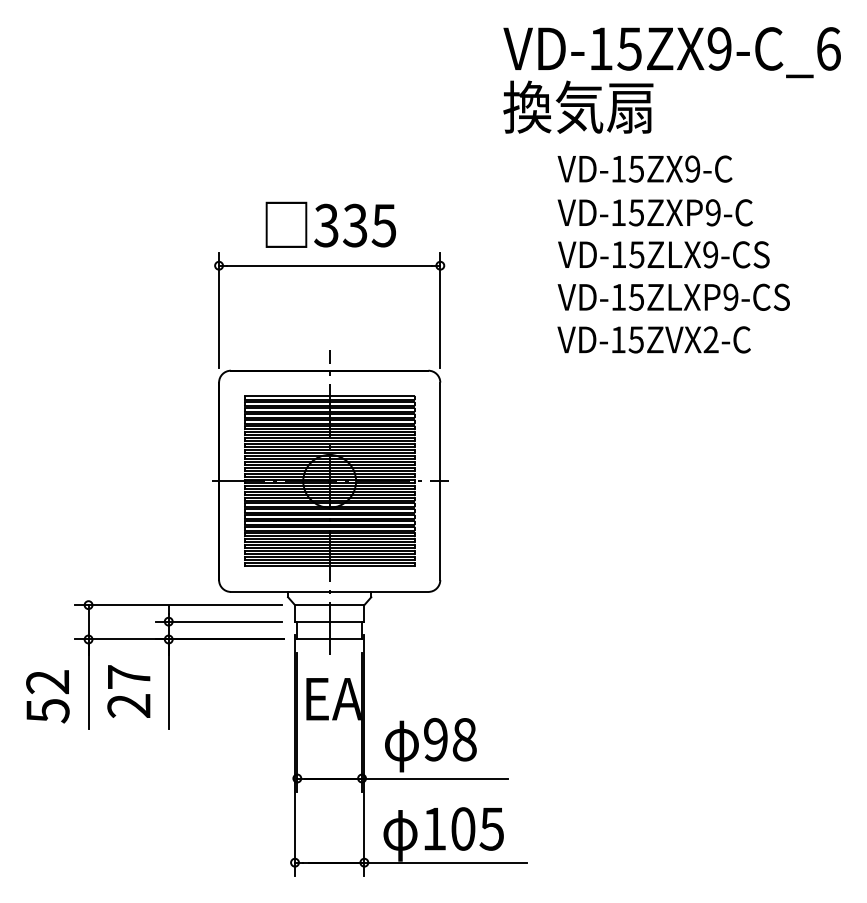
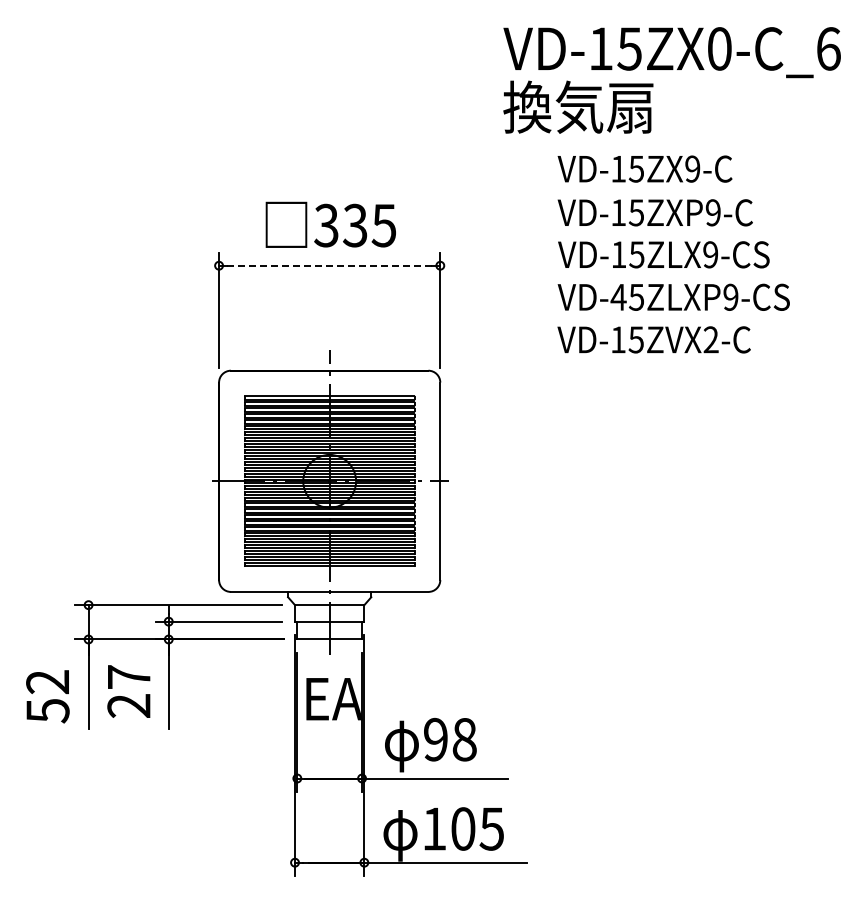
text at (719, 48): VD-15ZX9-C_6 -> VD-15ZX0-C_6
line at (329, 265): solid -> dashed
text at (618, 297): VD-15ZLXP9-CS -> VD-45ZLXP9-CS
